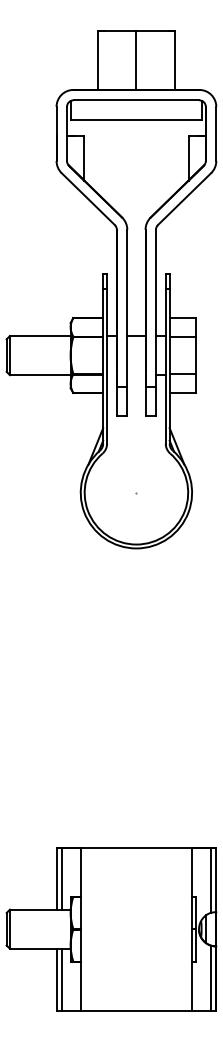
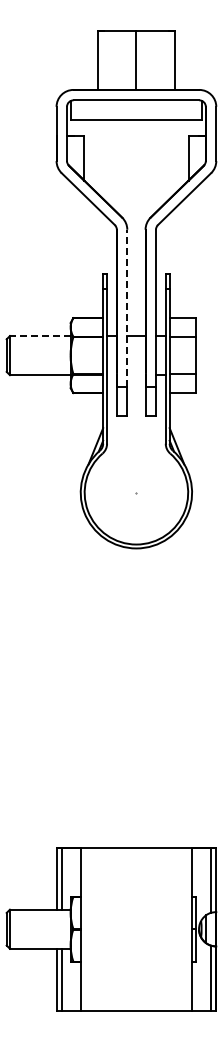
line at (127, 307): solid -> dashed
line at (39, 336): solid -> dashed
